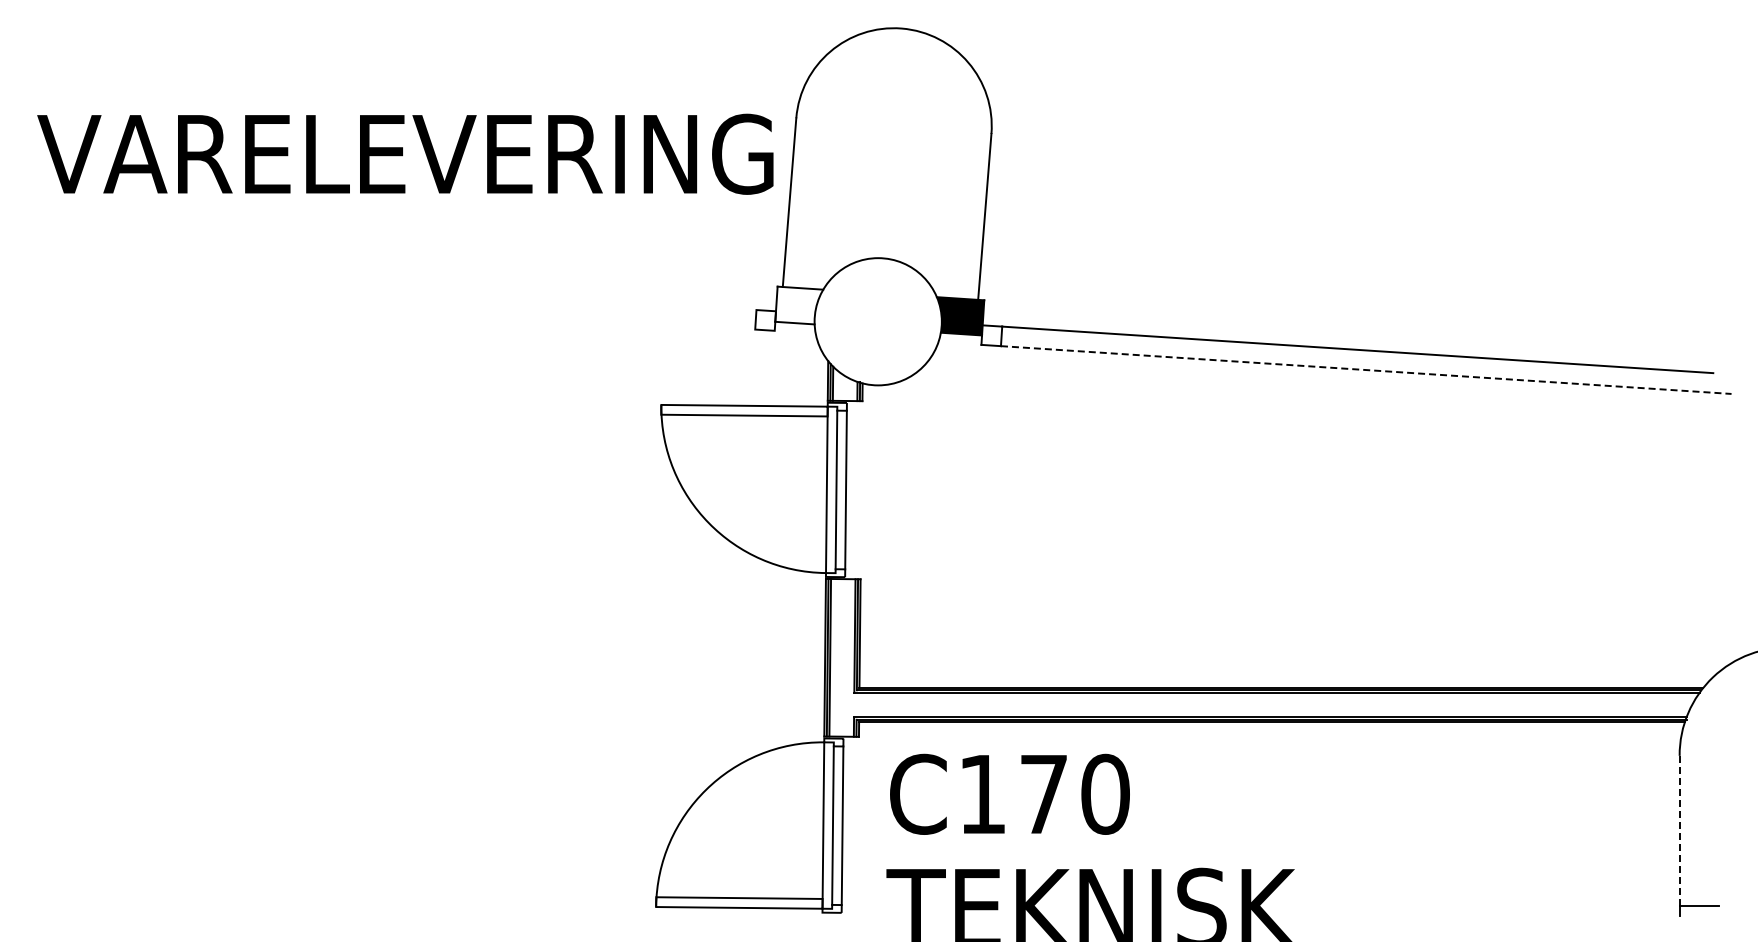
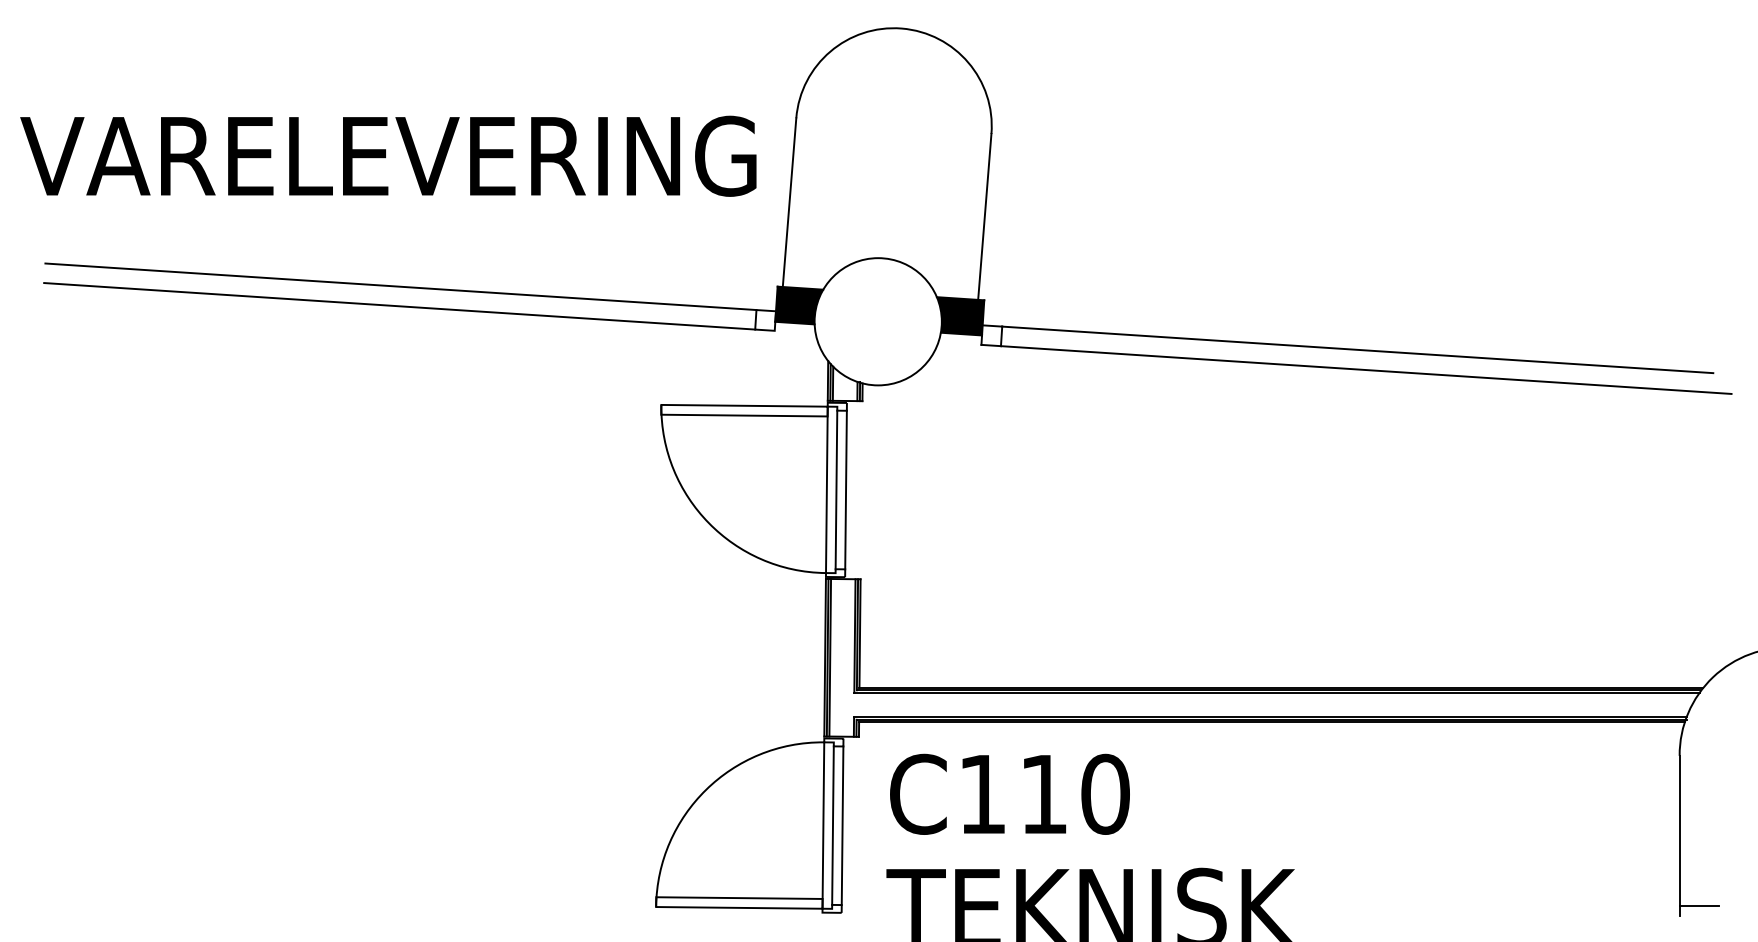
text at (405, 153) position: (405, 153) -> (388, 155)
line at (400, 286): none -> present
fill at (799, 305): none -> present
line at (399, 306): none -> present
line at (1366, 370): dashed -> solid
text at (1043, 794): C170 -> C110
line at (1679, 830): dashed -> solid
